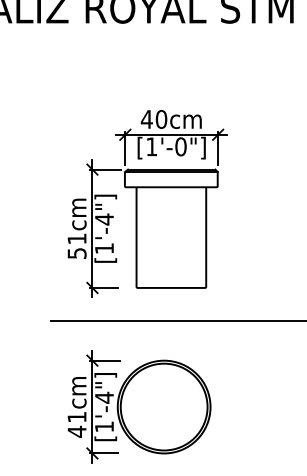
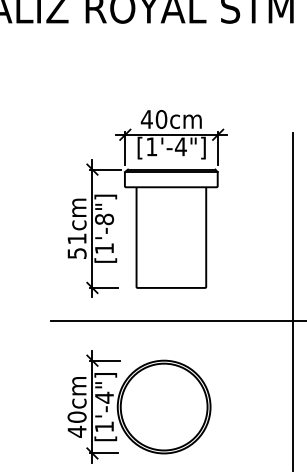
text at (180, 146): [1'-0"] -> [1'-4"]
text at (104, 219): [1'-4"] -> [1'-8"]
line at (293, 301): none -> present
text at (76, 416): 41cm -> 40cm
